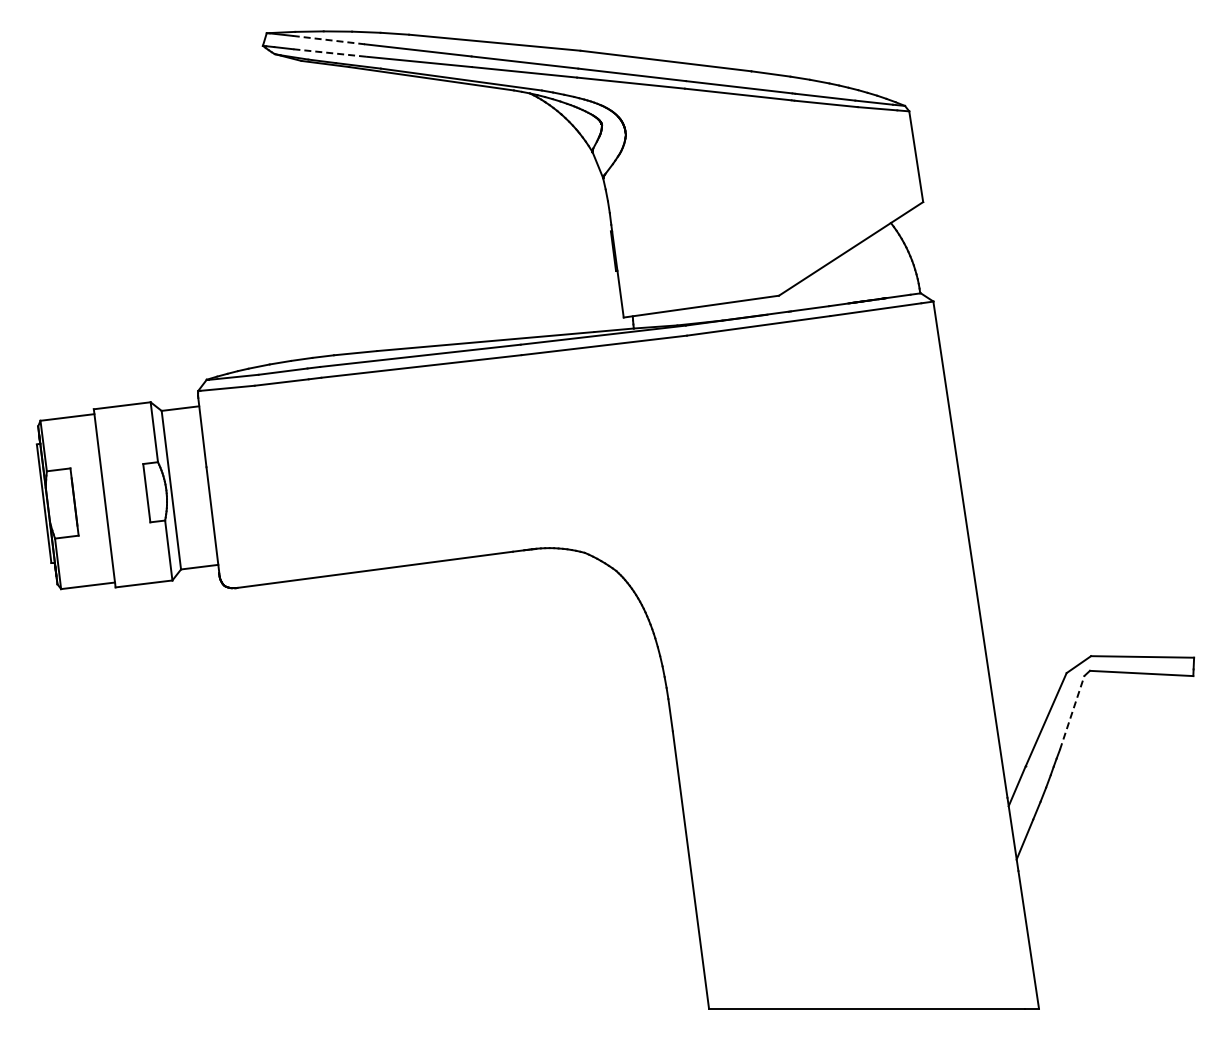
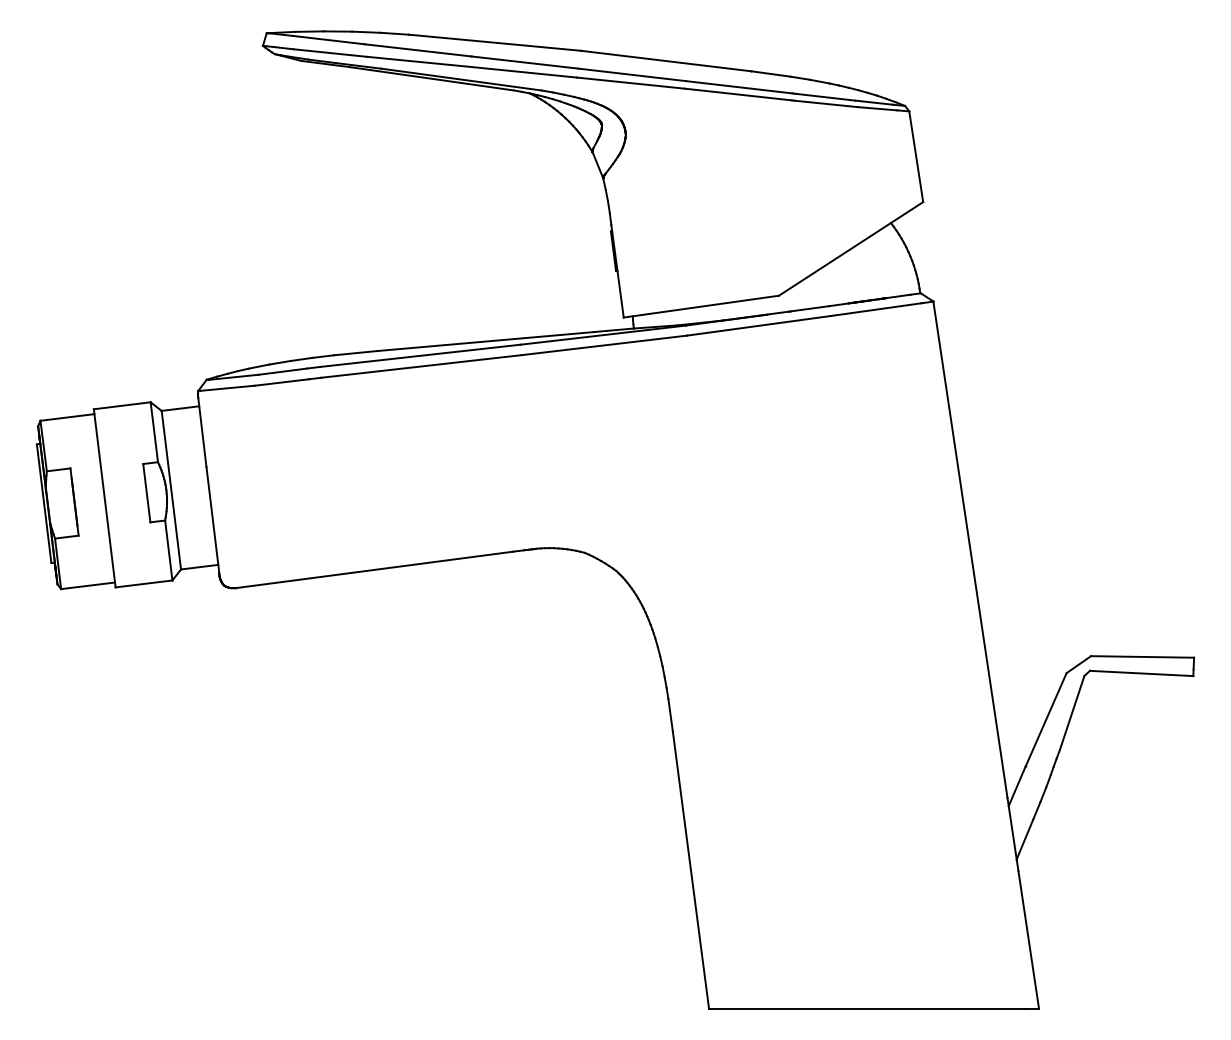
line at (329, 40): dashed -> solid
line at (330, 53): dashed -> solid
line at (1072, 712): dashed -> solid
